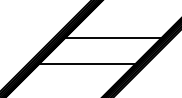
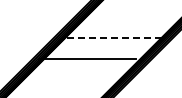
line at (113, 37): solid -> dashed
line at (87, 64) position: (87, 64) -> (87, 59)
